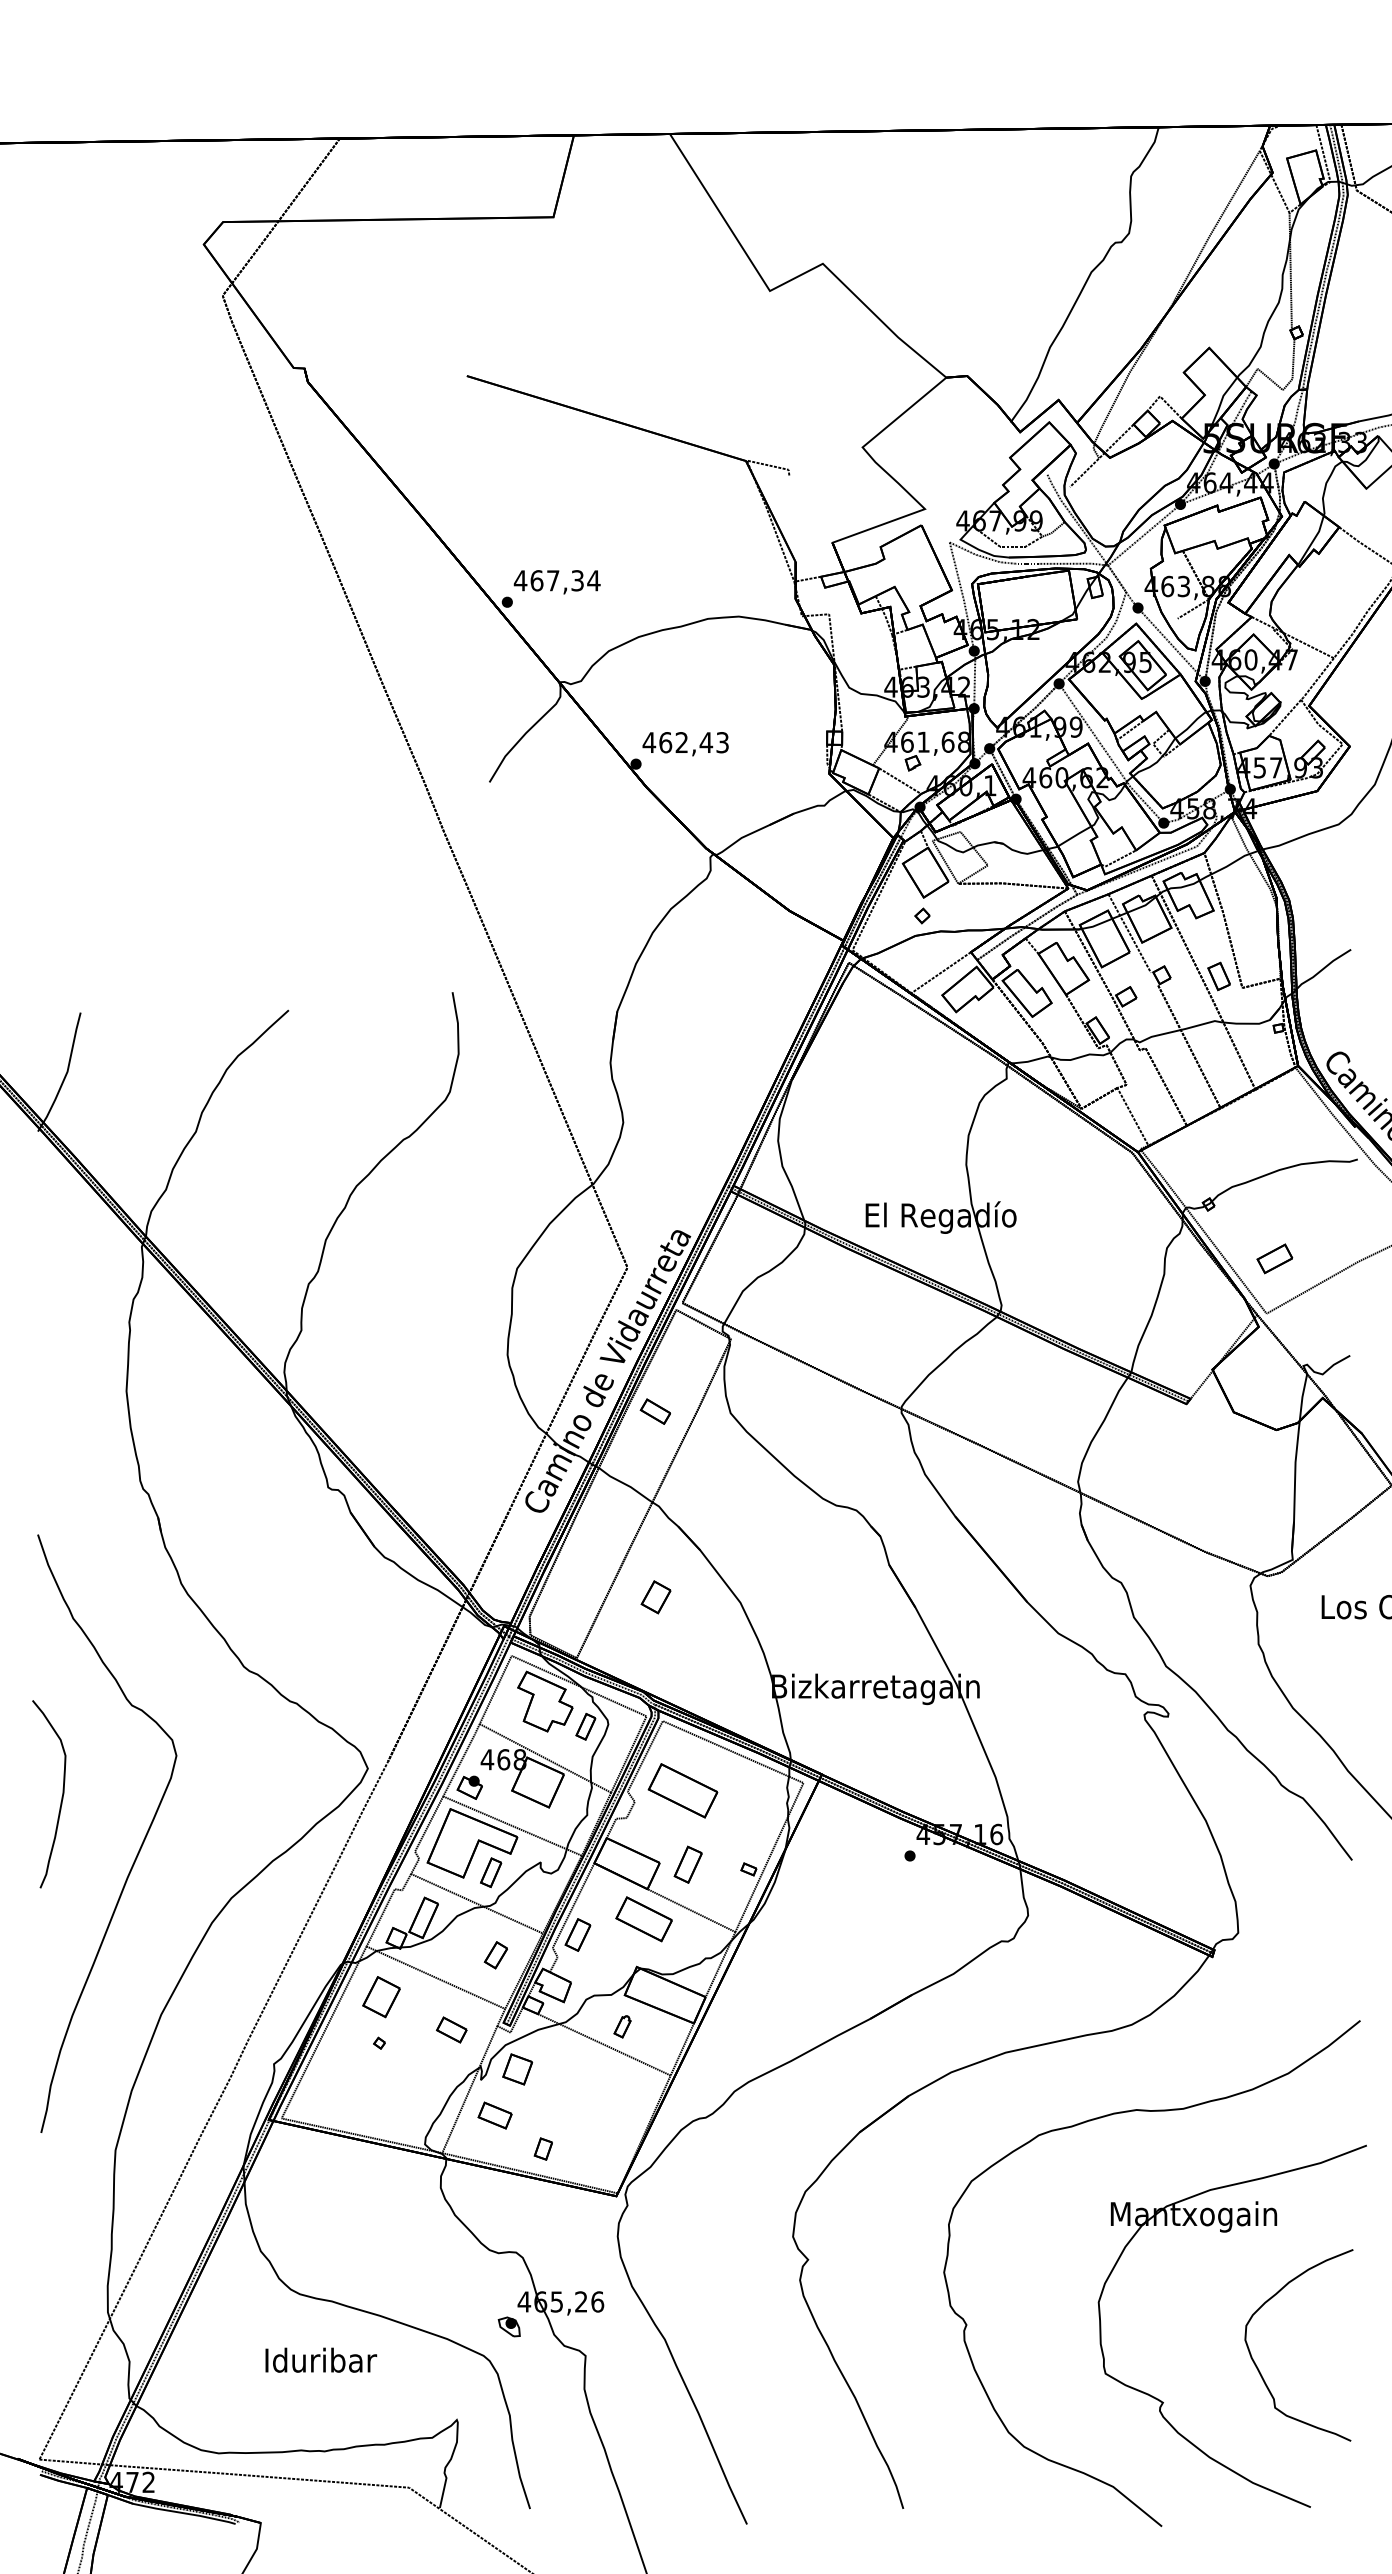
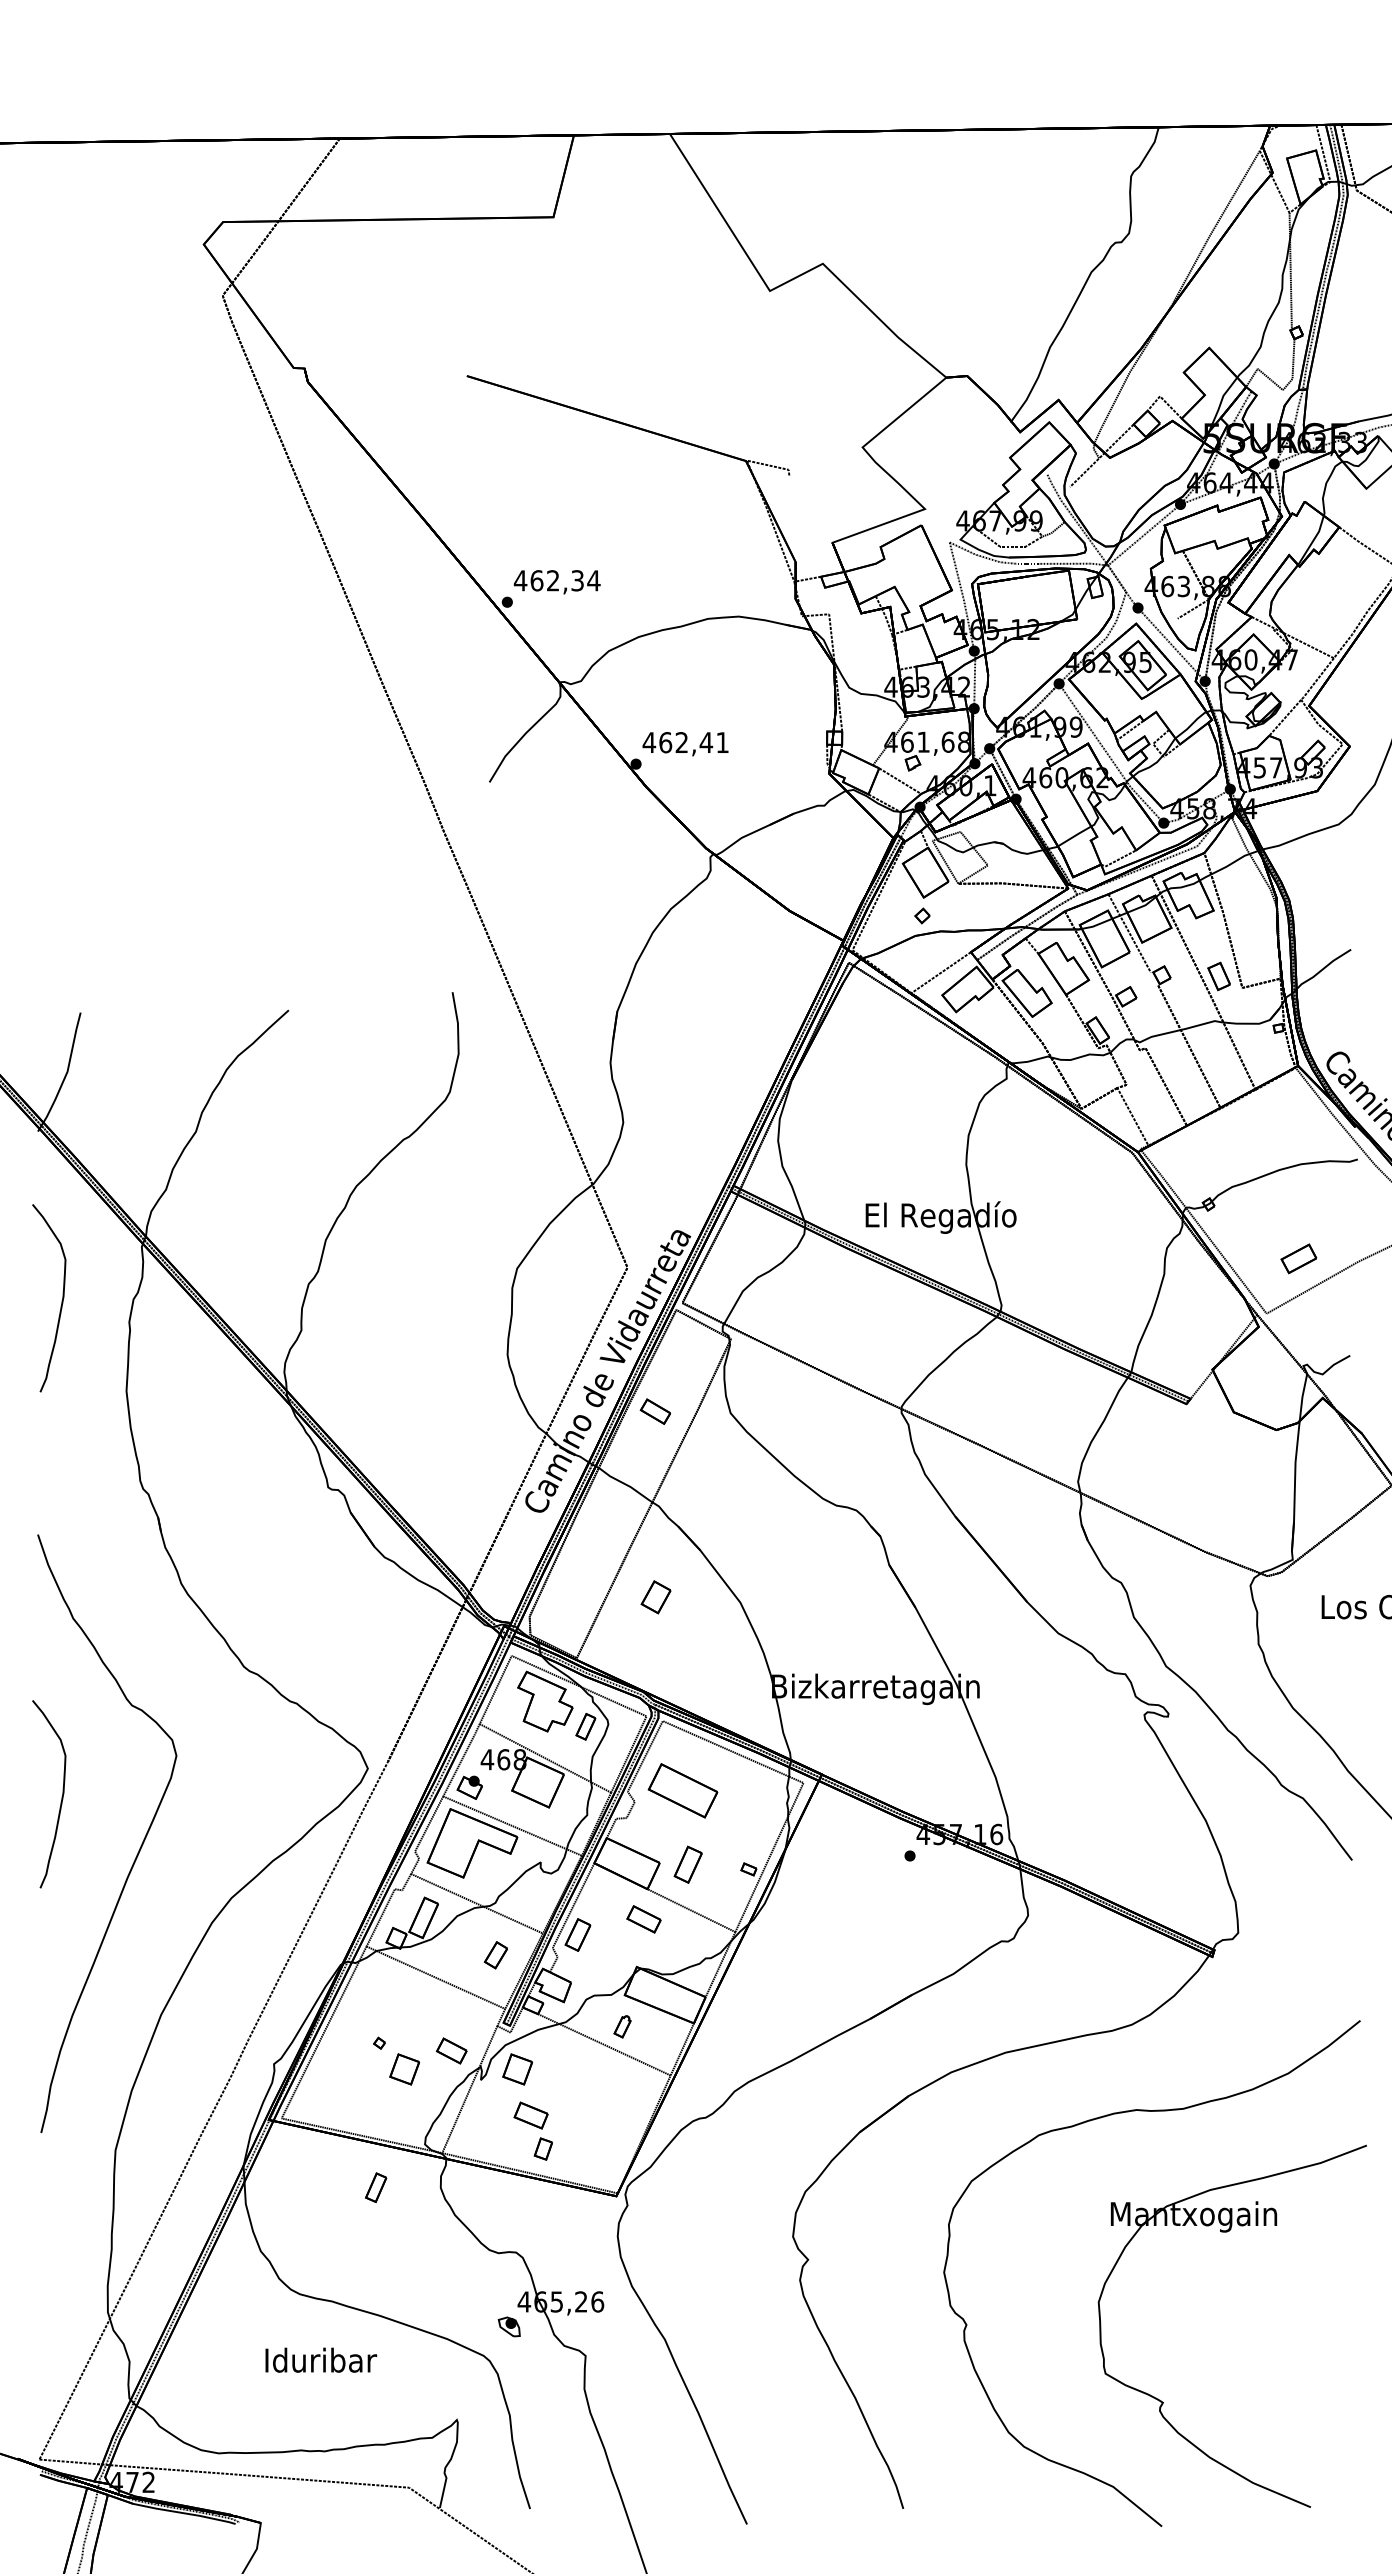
text at (553, 580): 467,34 -> 462,34
text at (722, 742): 462,43 -> 462,41
part at (1274, 1258) position: (1274, 1258) -> (1298, 1258)
curve at (61, 1300): none -> present
part at (491, 1872) position: (491, 1872) -> (376, 2187)
part at (643, 1919) size: 58x47 px -> 36x29 px
part at (381, 1997): present -> none
part at (451, 2029) position: (451, 2029) -> (451, 2050)
part at (404, 2069): none -> present
part at (494, 2115) position: (494, 2115) -> (530, 2115)
curve at (1258, 2367): present -> none
